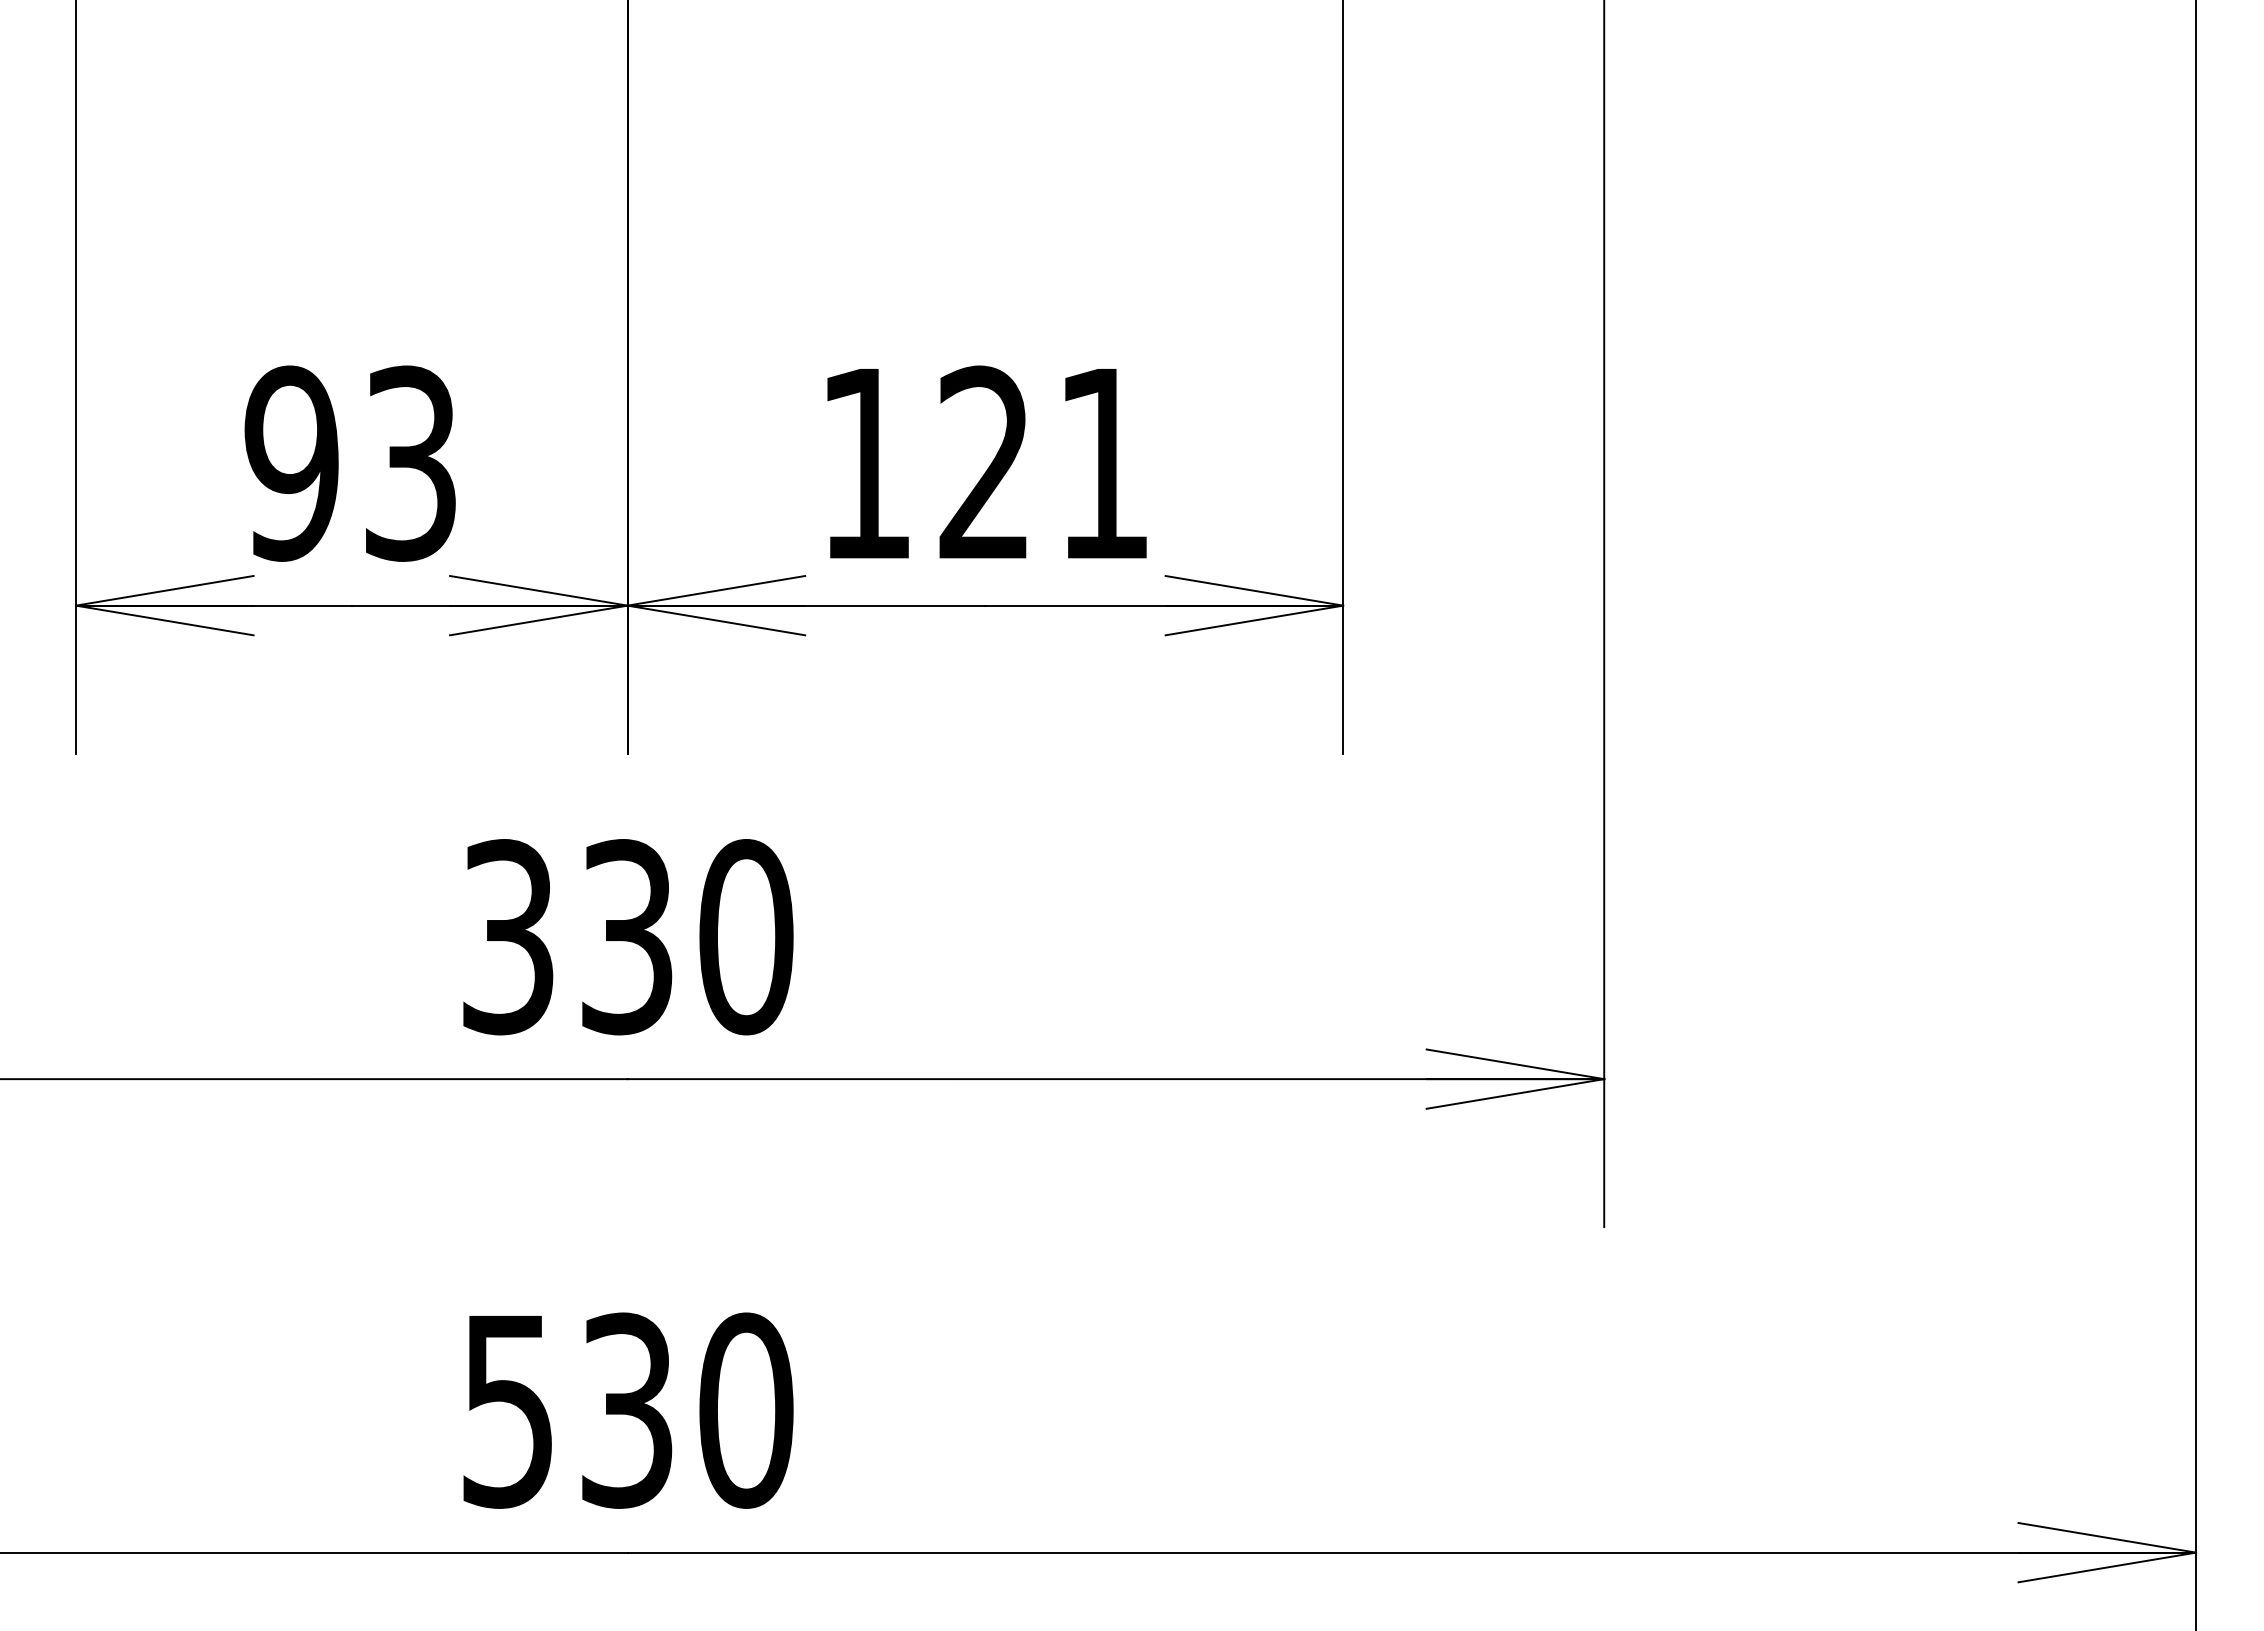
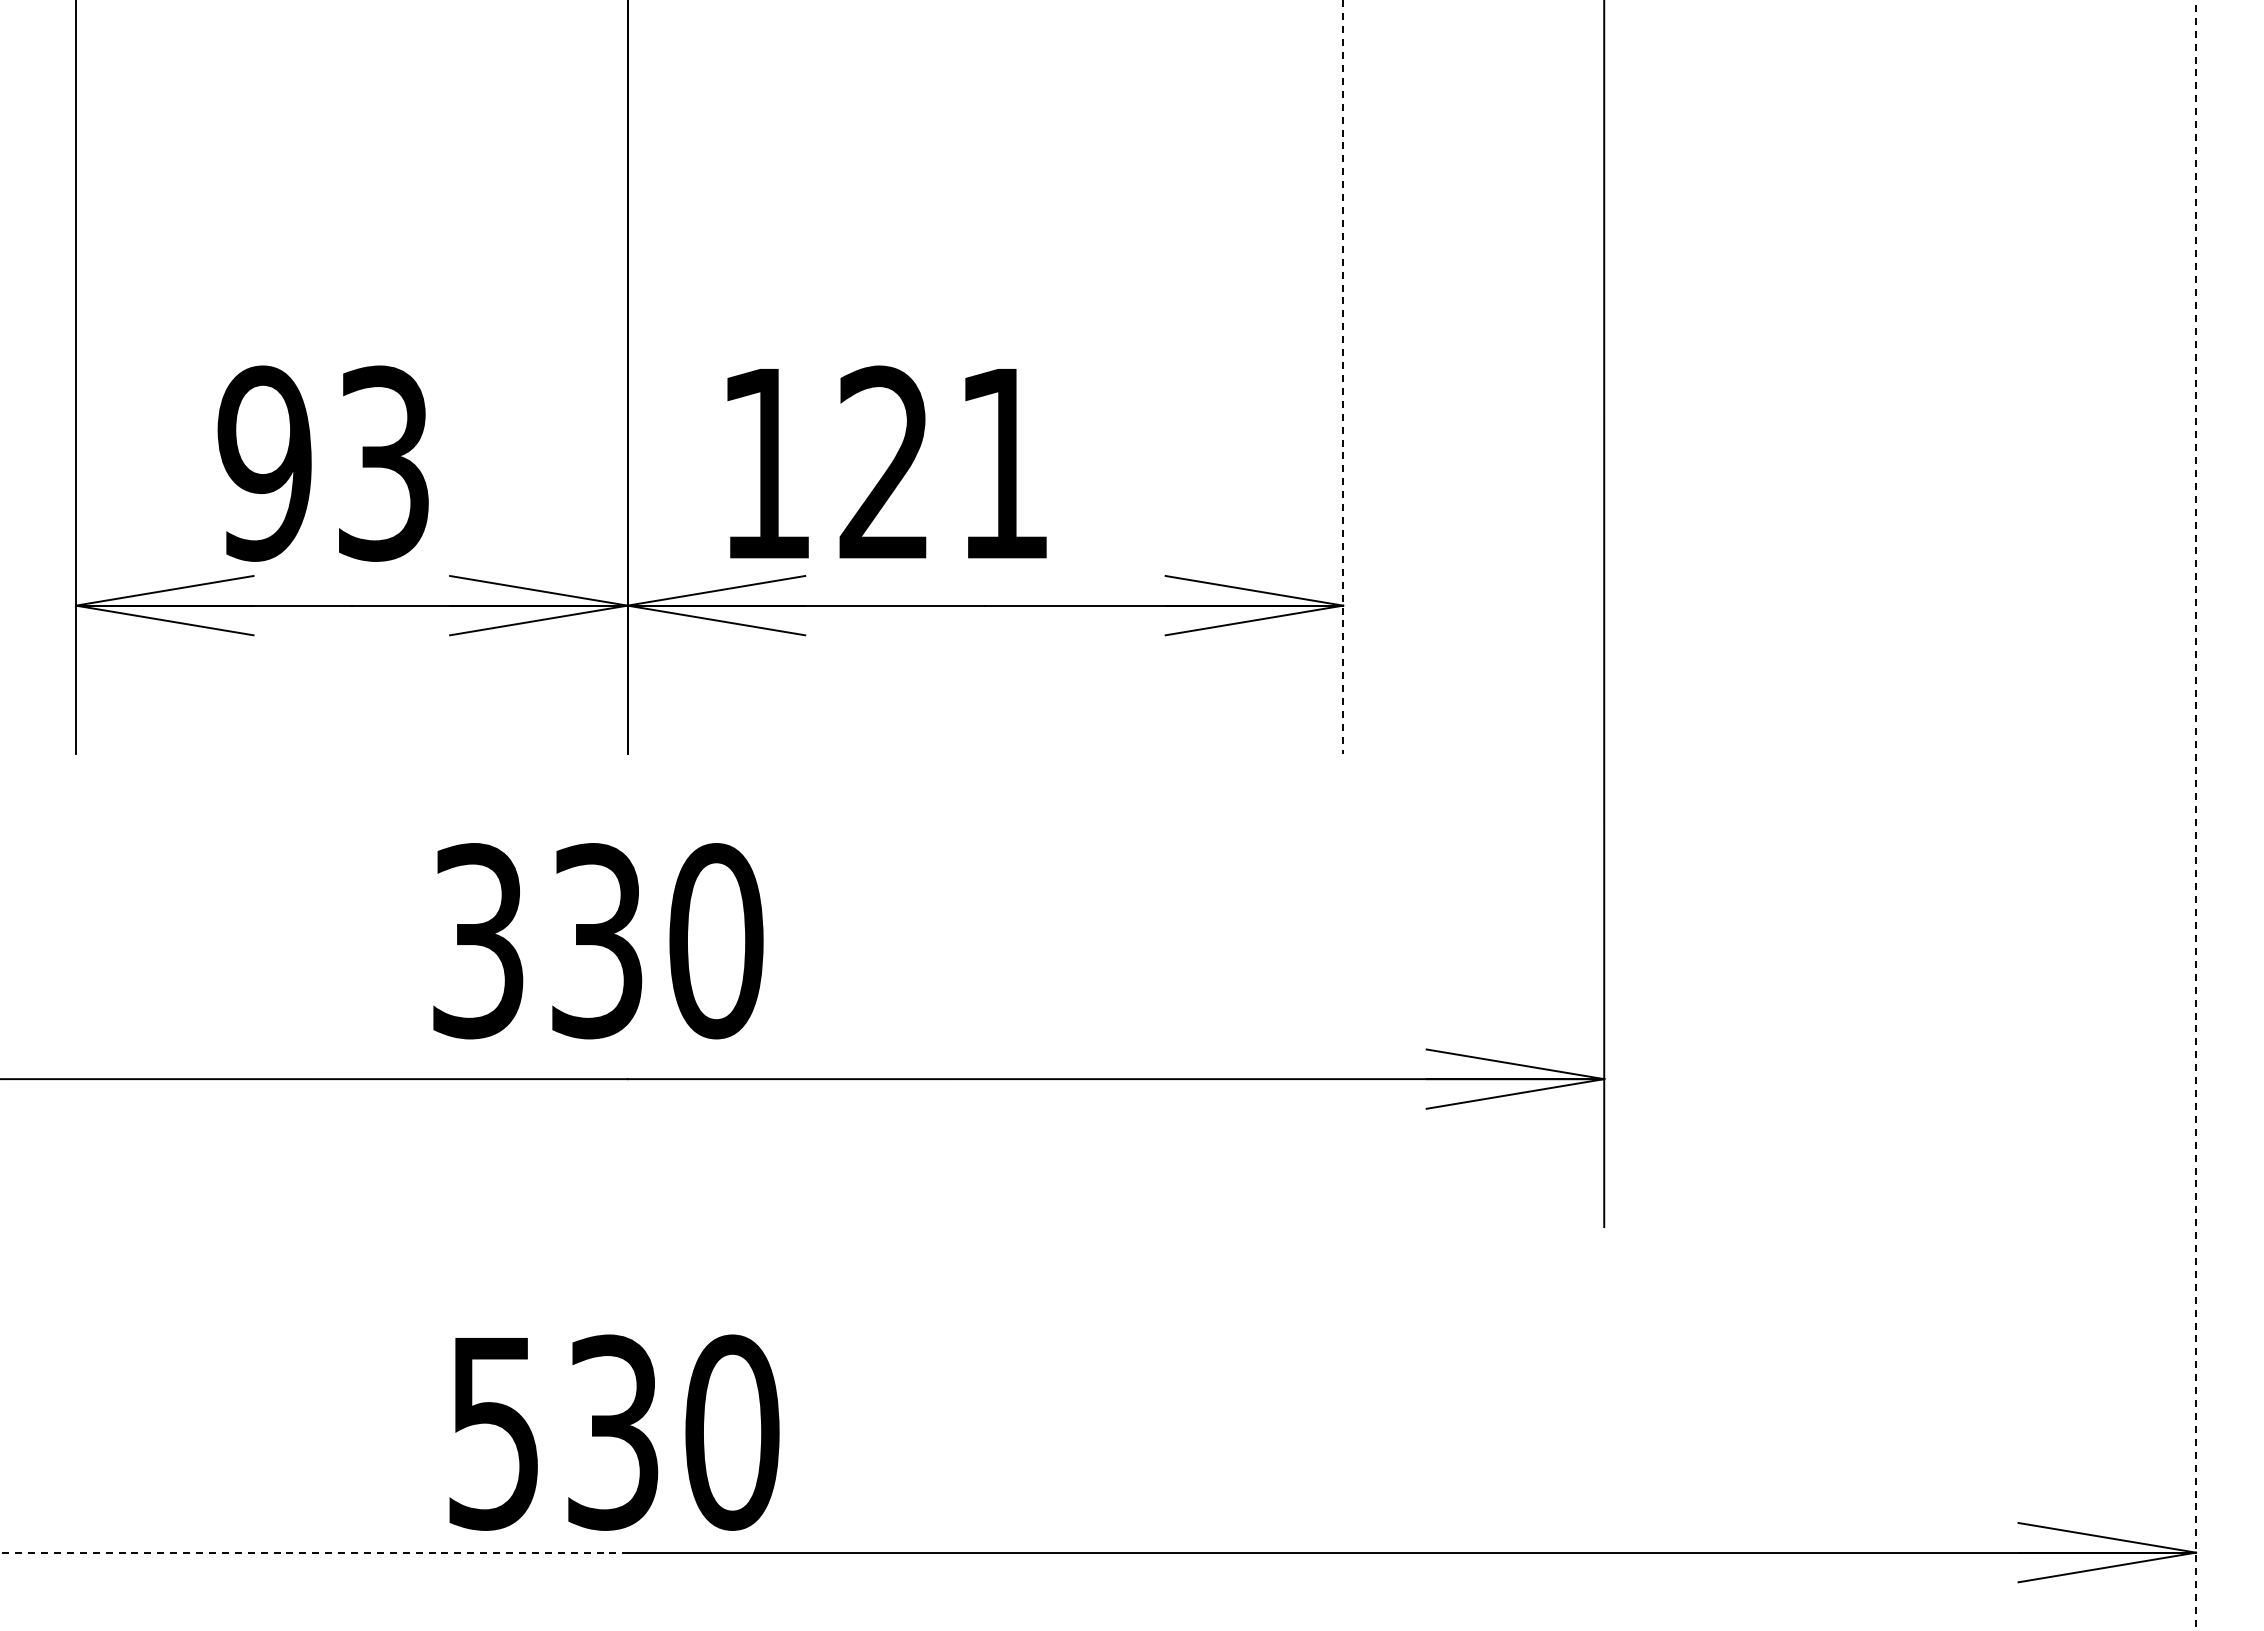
line at (1343, 376): solid -> dashed
text at (986, 461) position: (986, 461) -> (886, 461)
text at (349, 463) position: (349, 463) -> (322, 463)
line at (2196, 815): solid -> dashed
text at (628, 937) position: (628, 937) -> (598, 941)
text at (628, 1410) position: (628, 1410) -> (614, 1432)
line at (314, 1552): solid -> dashed
